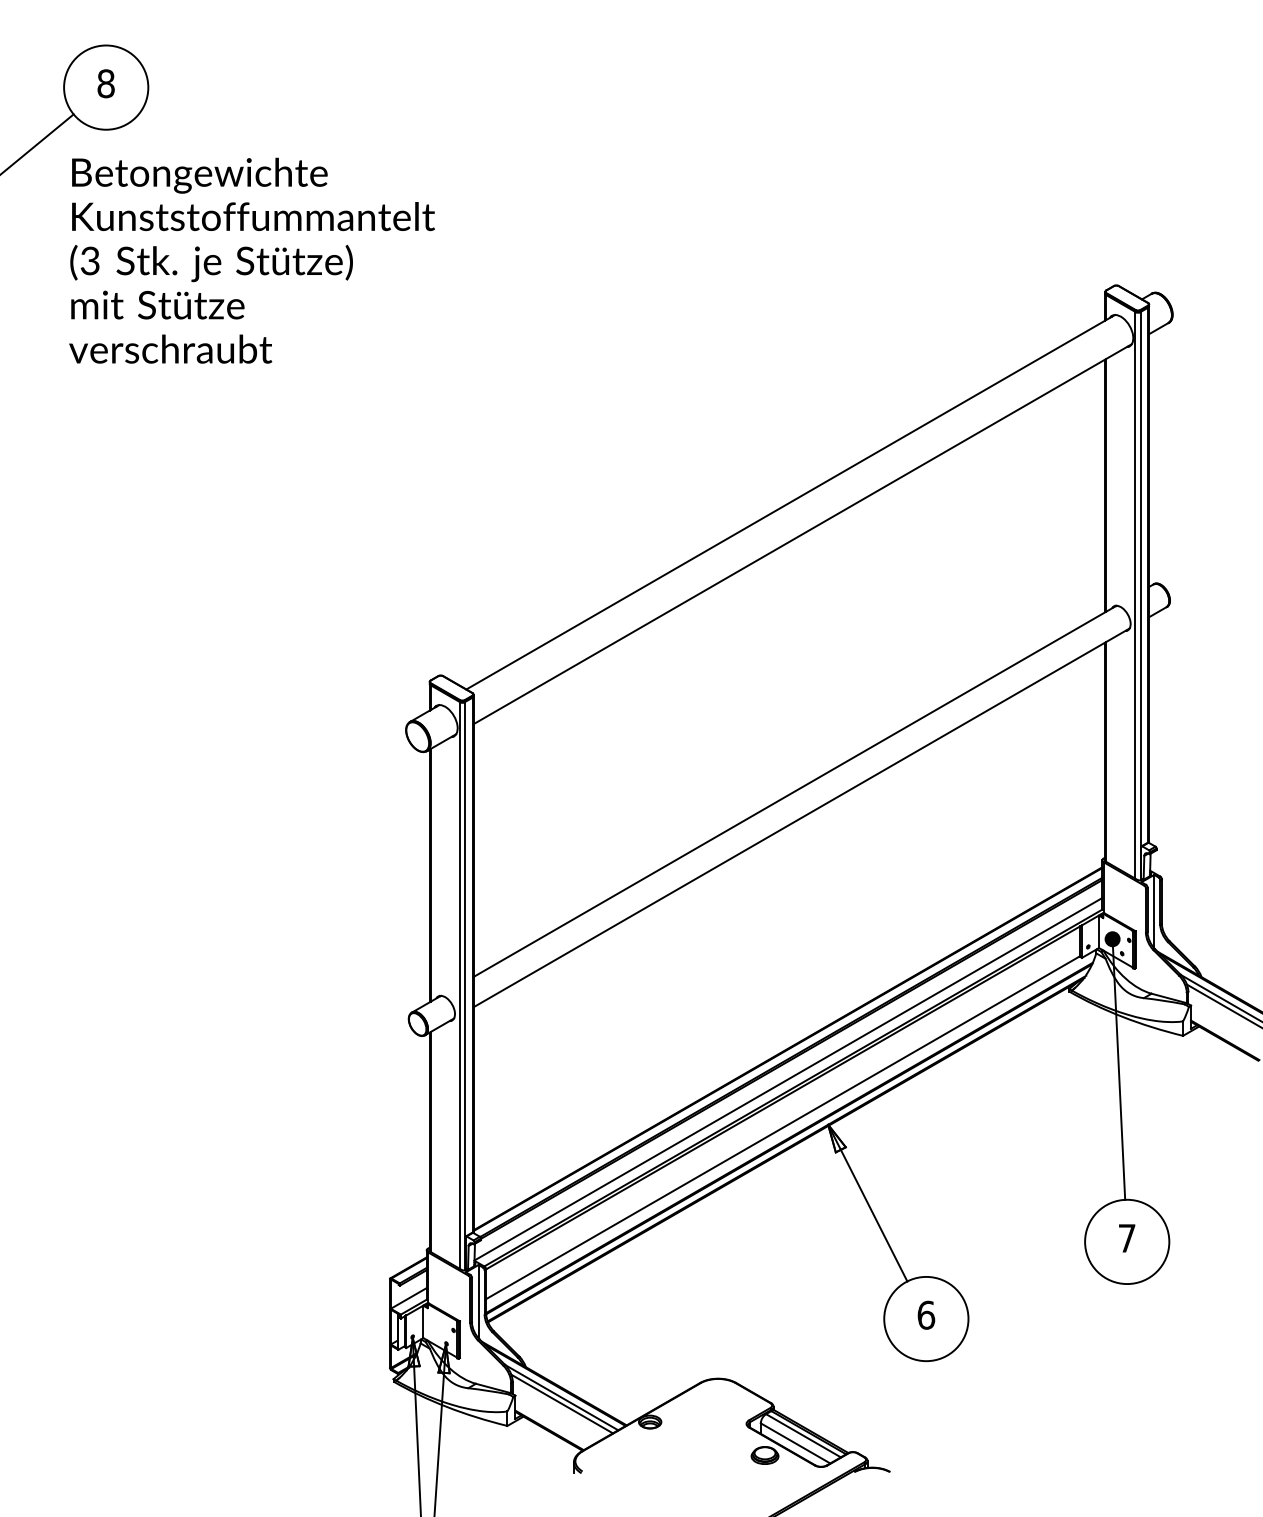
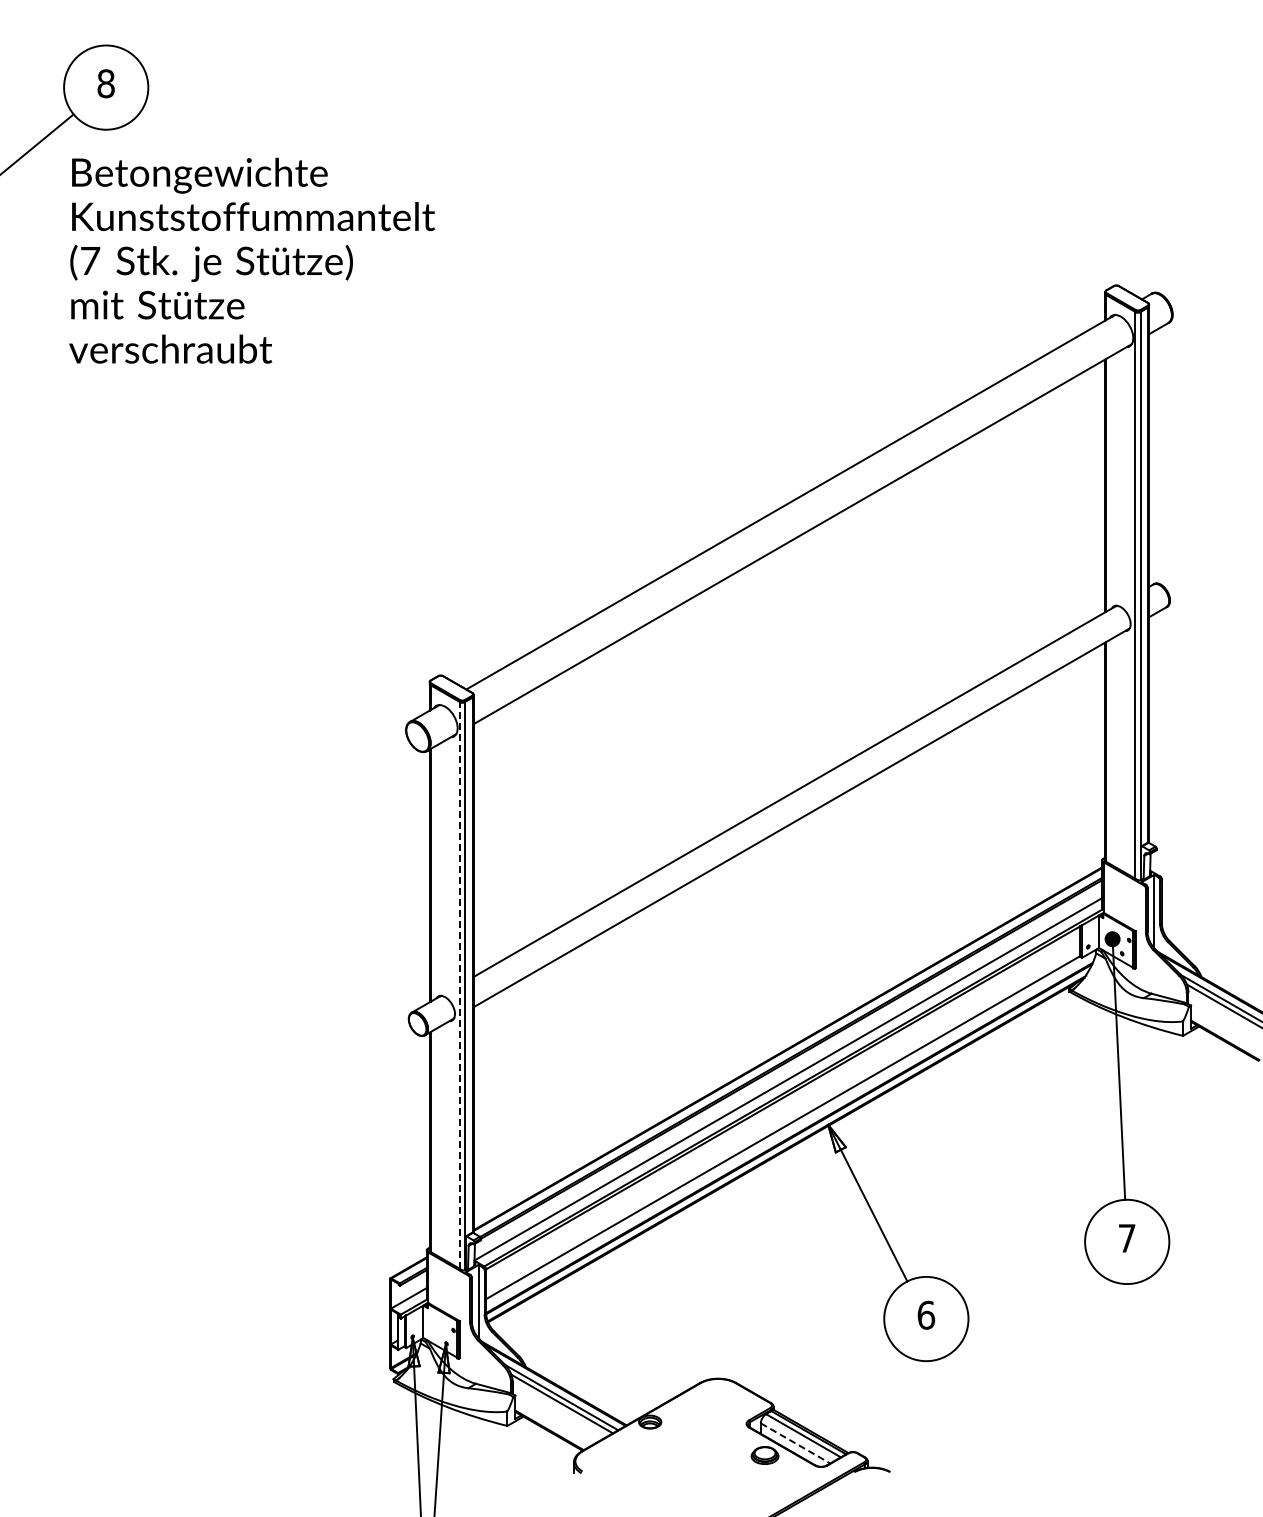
text at (90, 260): (3 -> (7
line at (459, 984): solid -> dashed
line at (795, 1443): solid -> dashed
